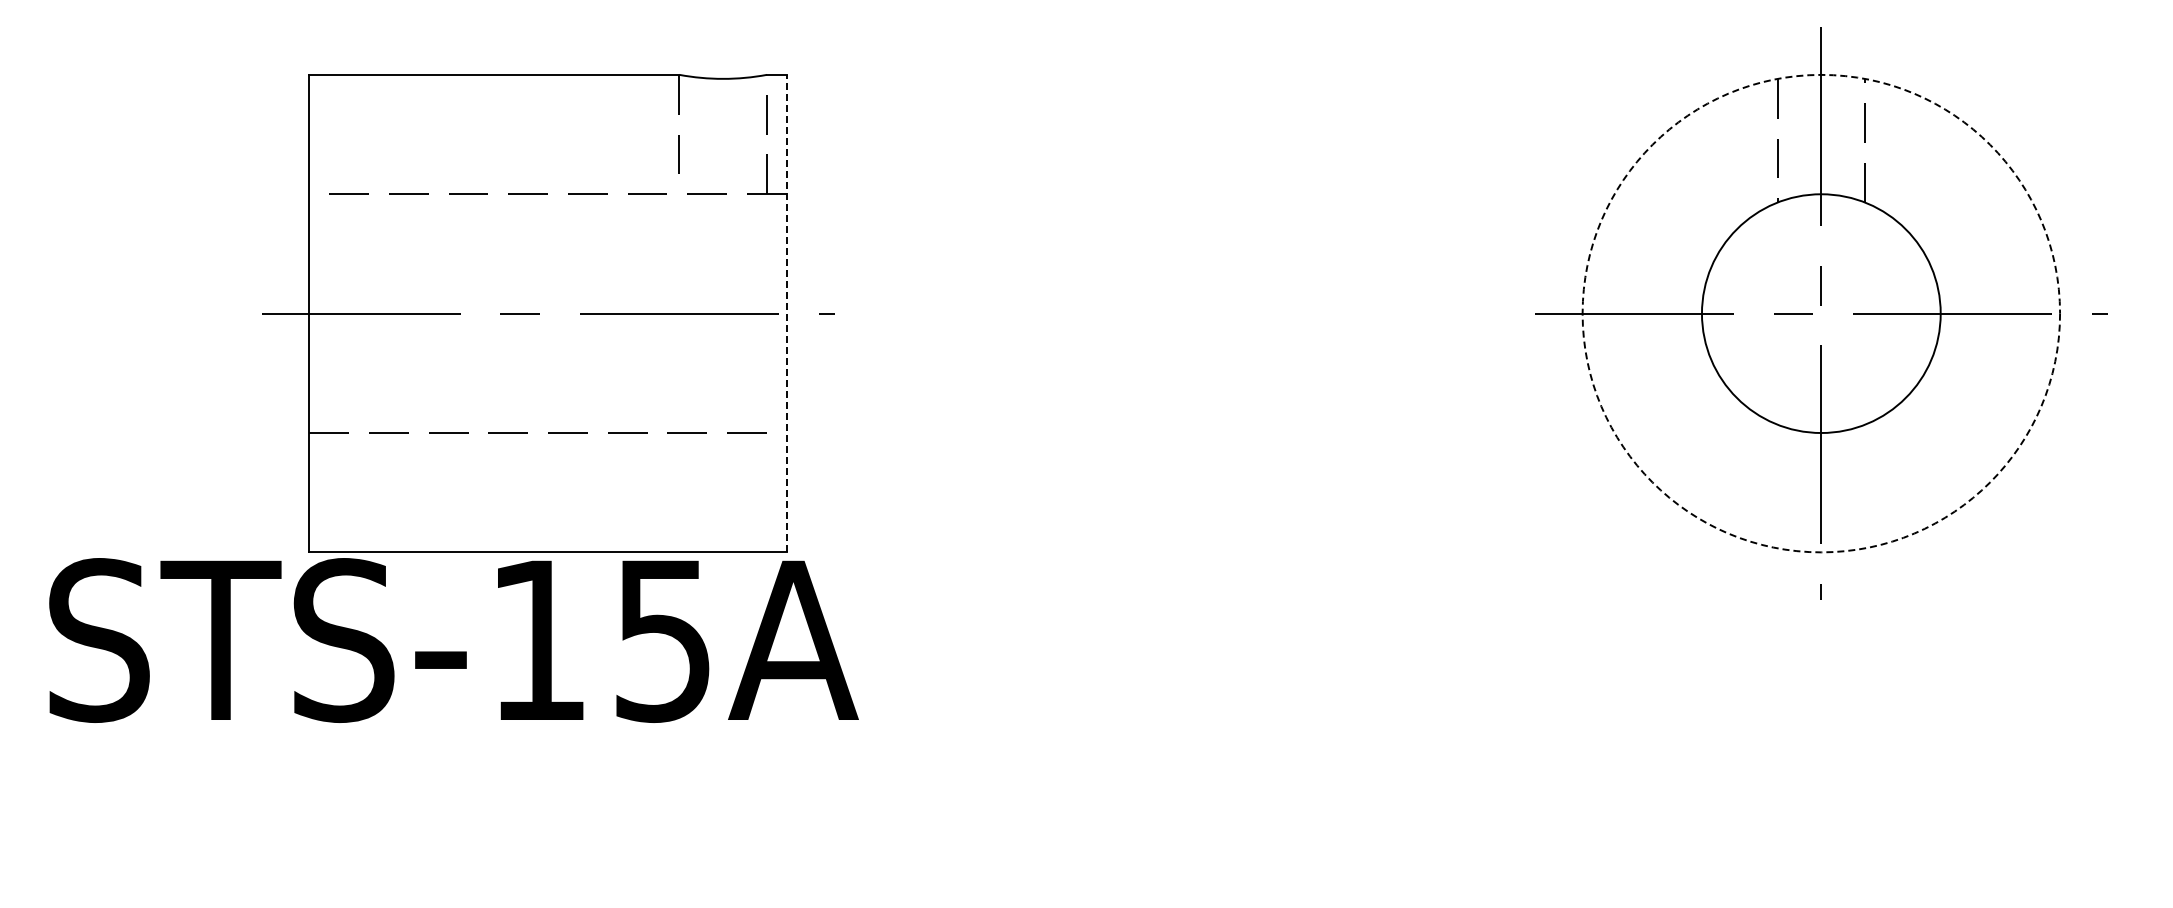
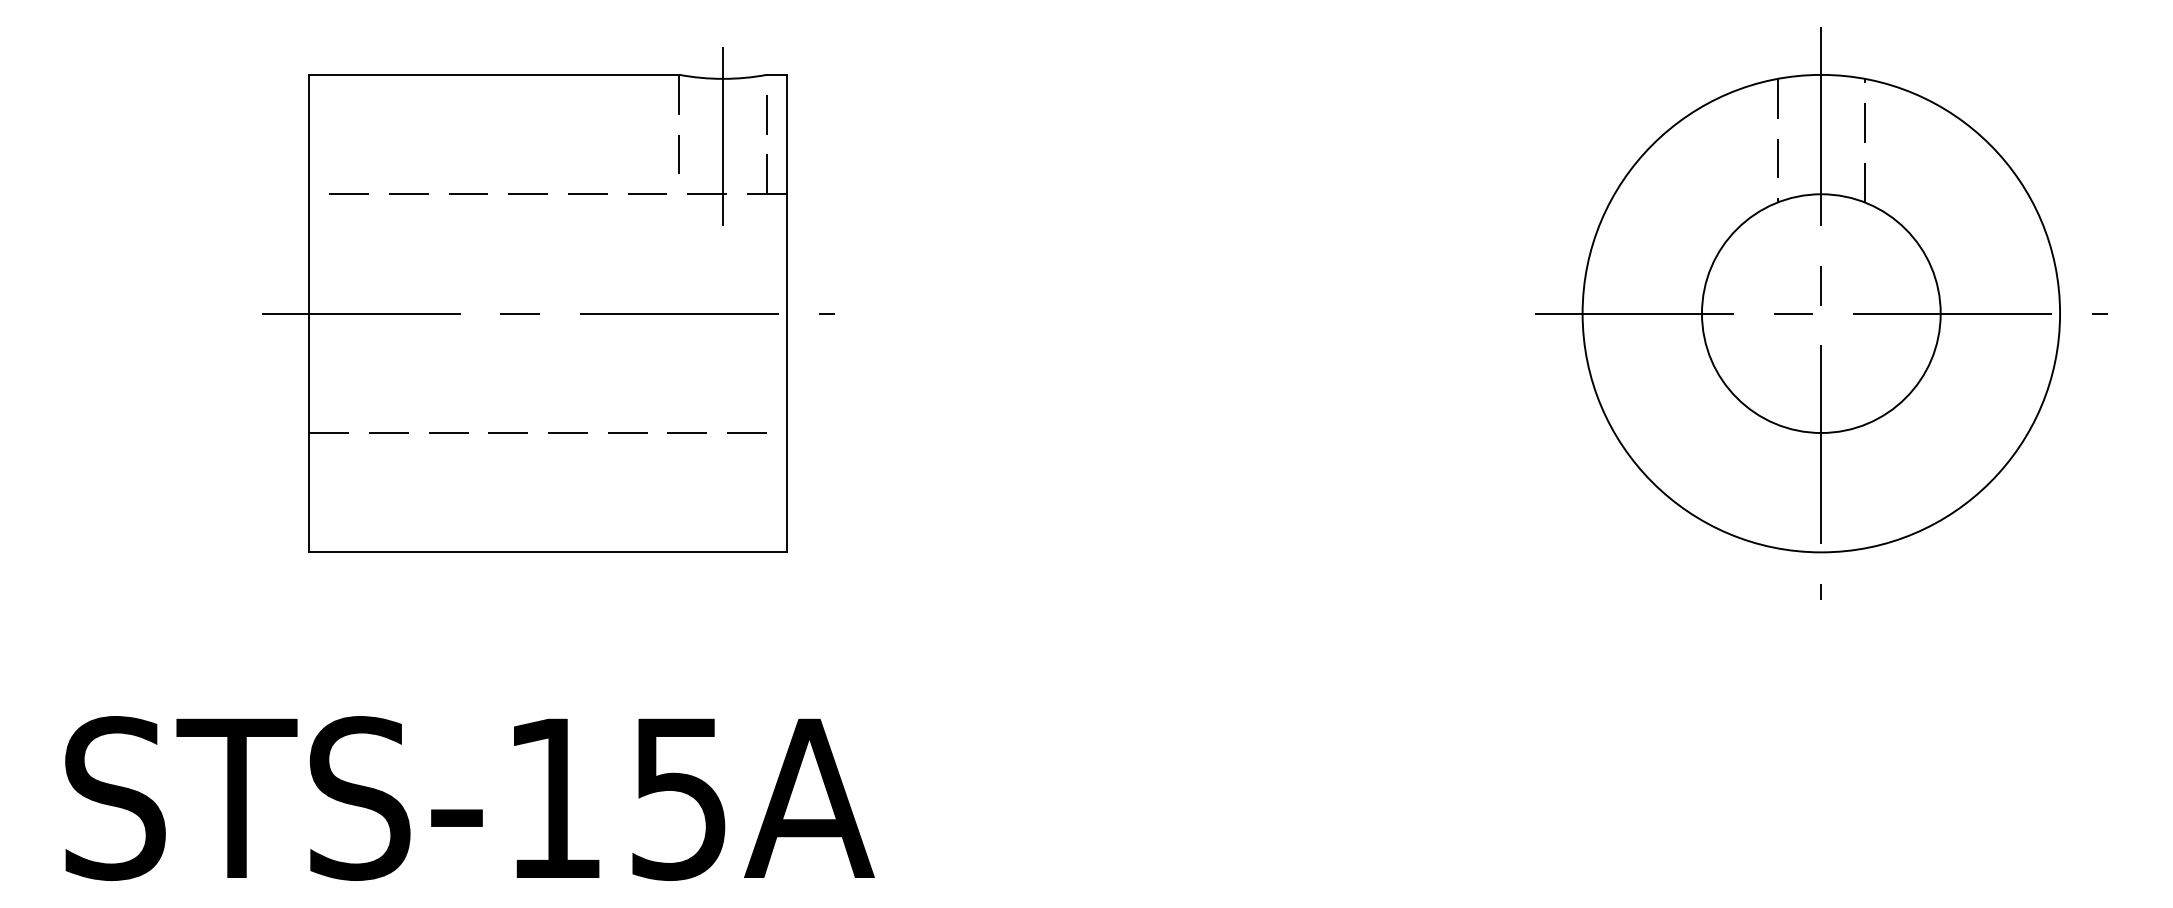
line at (723, 136): none -> present
line at (786, 313): dashed -> solid
circle at (1821, 313): dashed -> solid
text at (453, 640) position: (453, 640) -> (469, 798)
